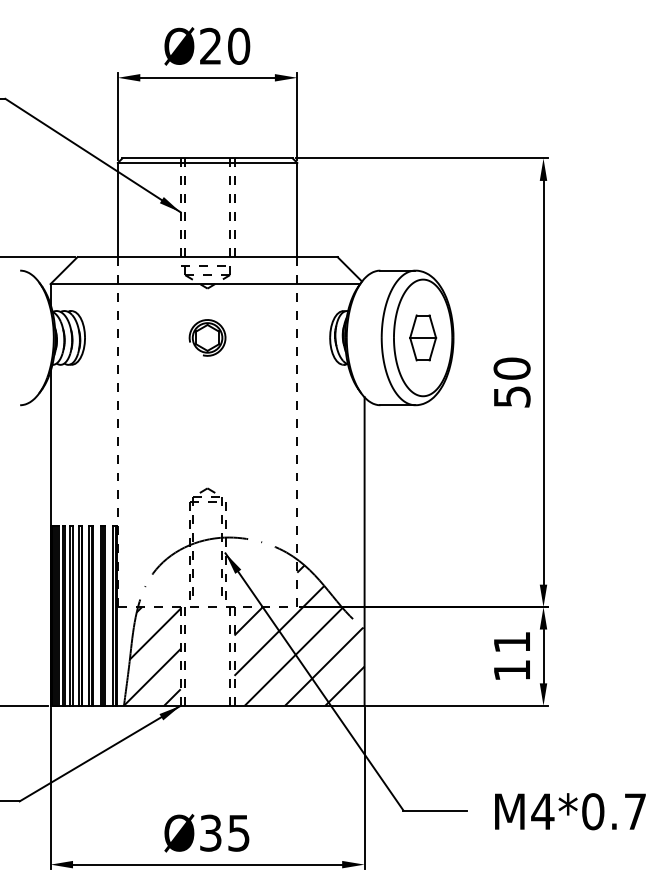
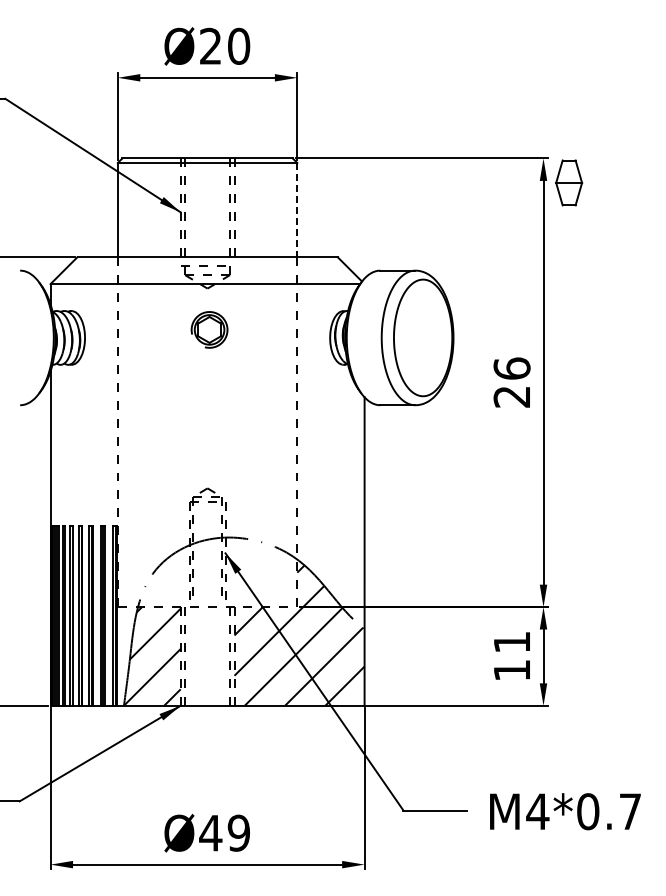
line at (297, 210): solid -> dashed
part at (207, 337) position: (207, 337) -> (209, 329)
part at (423, 337) position: (423, 337) -> (569, 182)
text at (511, 382): 50 -> 26
text at (570, 811) position: (570, 811) -> (565, 811)
text at (224, 832): Ø35 -> Ø49
